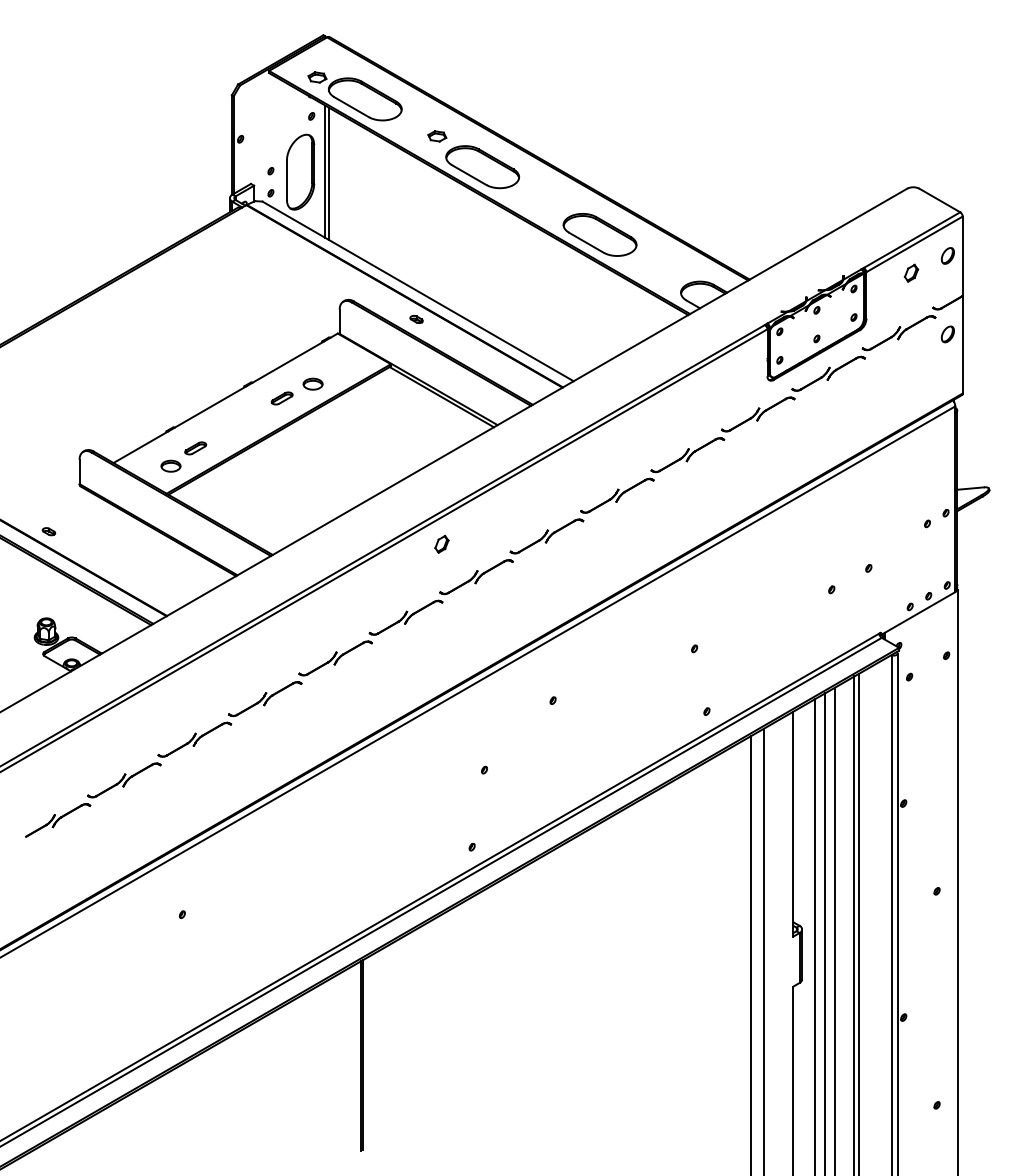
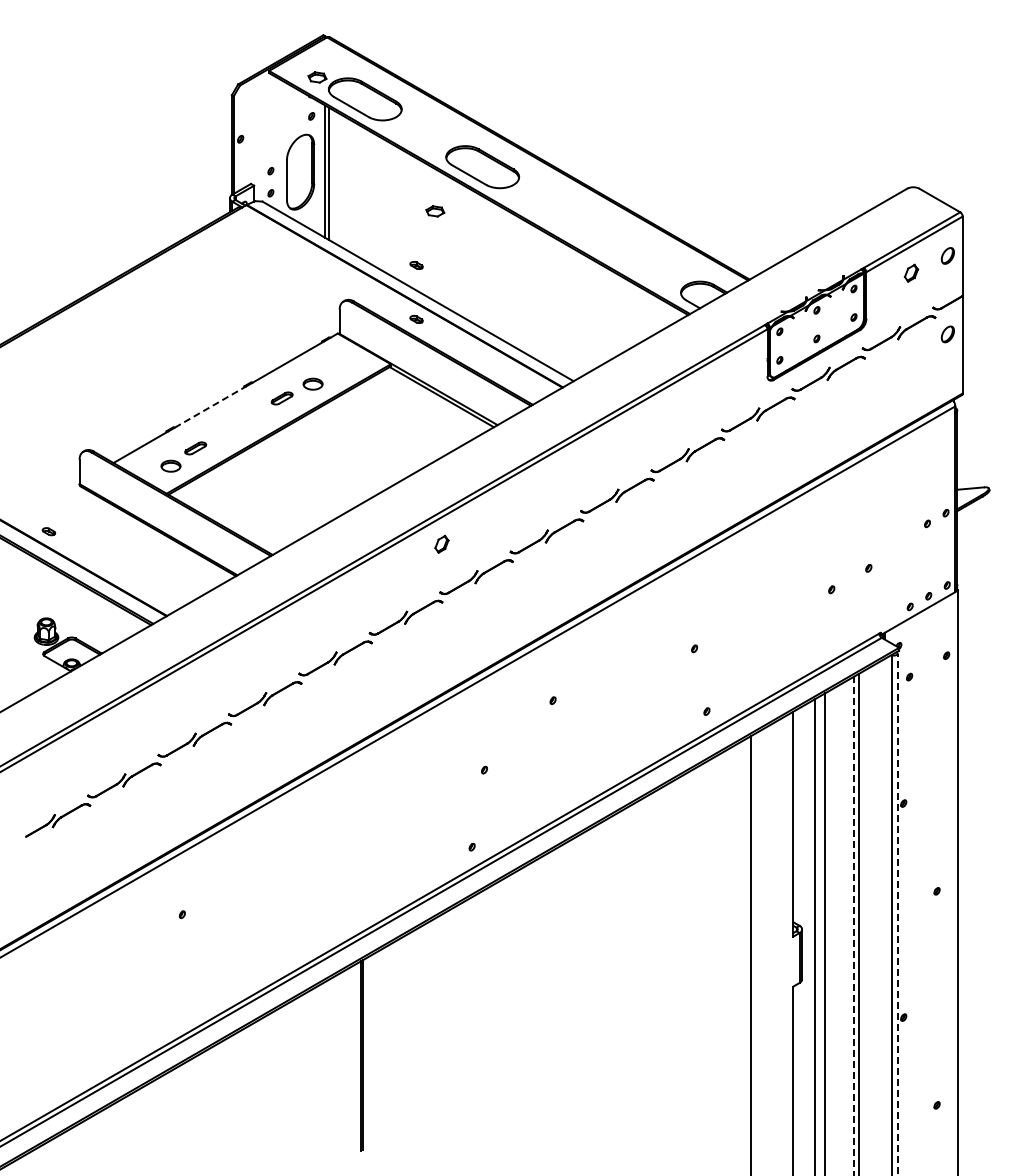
part at (437, 136) position: (437, 136) -> (435, 211)
part at (599, 234): present -> none
part at (416, 265): none -> present
line at (210, 406): solid -> dashed
line at (897, 914): solid -> dashed
line at (854, 926): solid -> dashed
line at (835, 929): present -> none
line at (763, 950): present -> none
